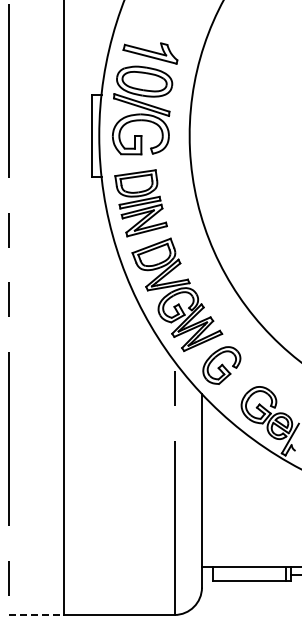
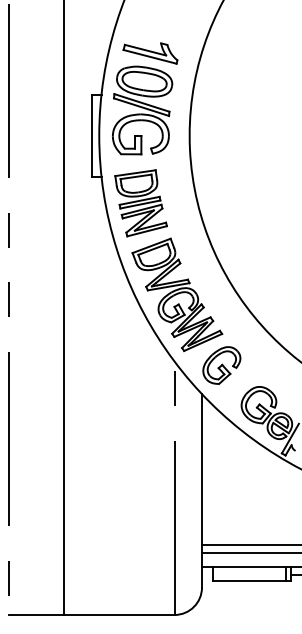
line at (249, 544): none -> present
line at (249, 553): none -> present
line at (36, 614): dashed -> solid
